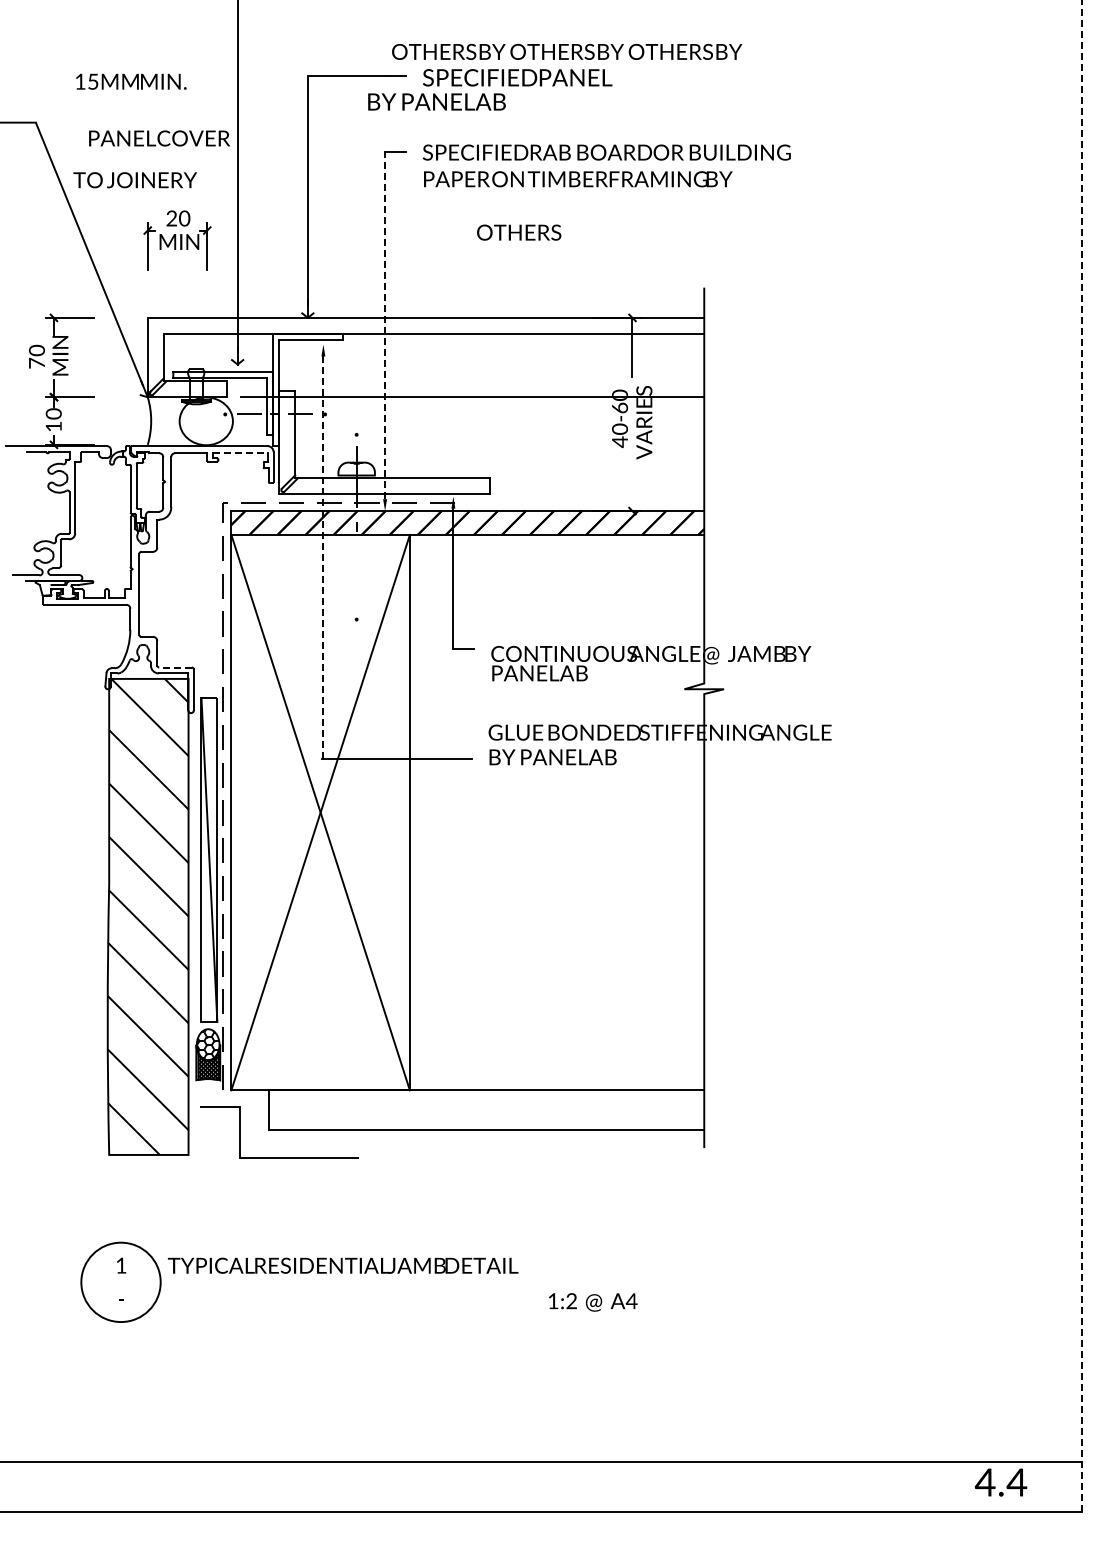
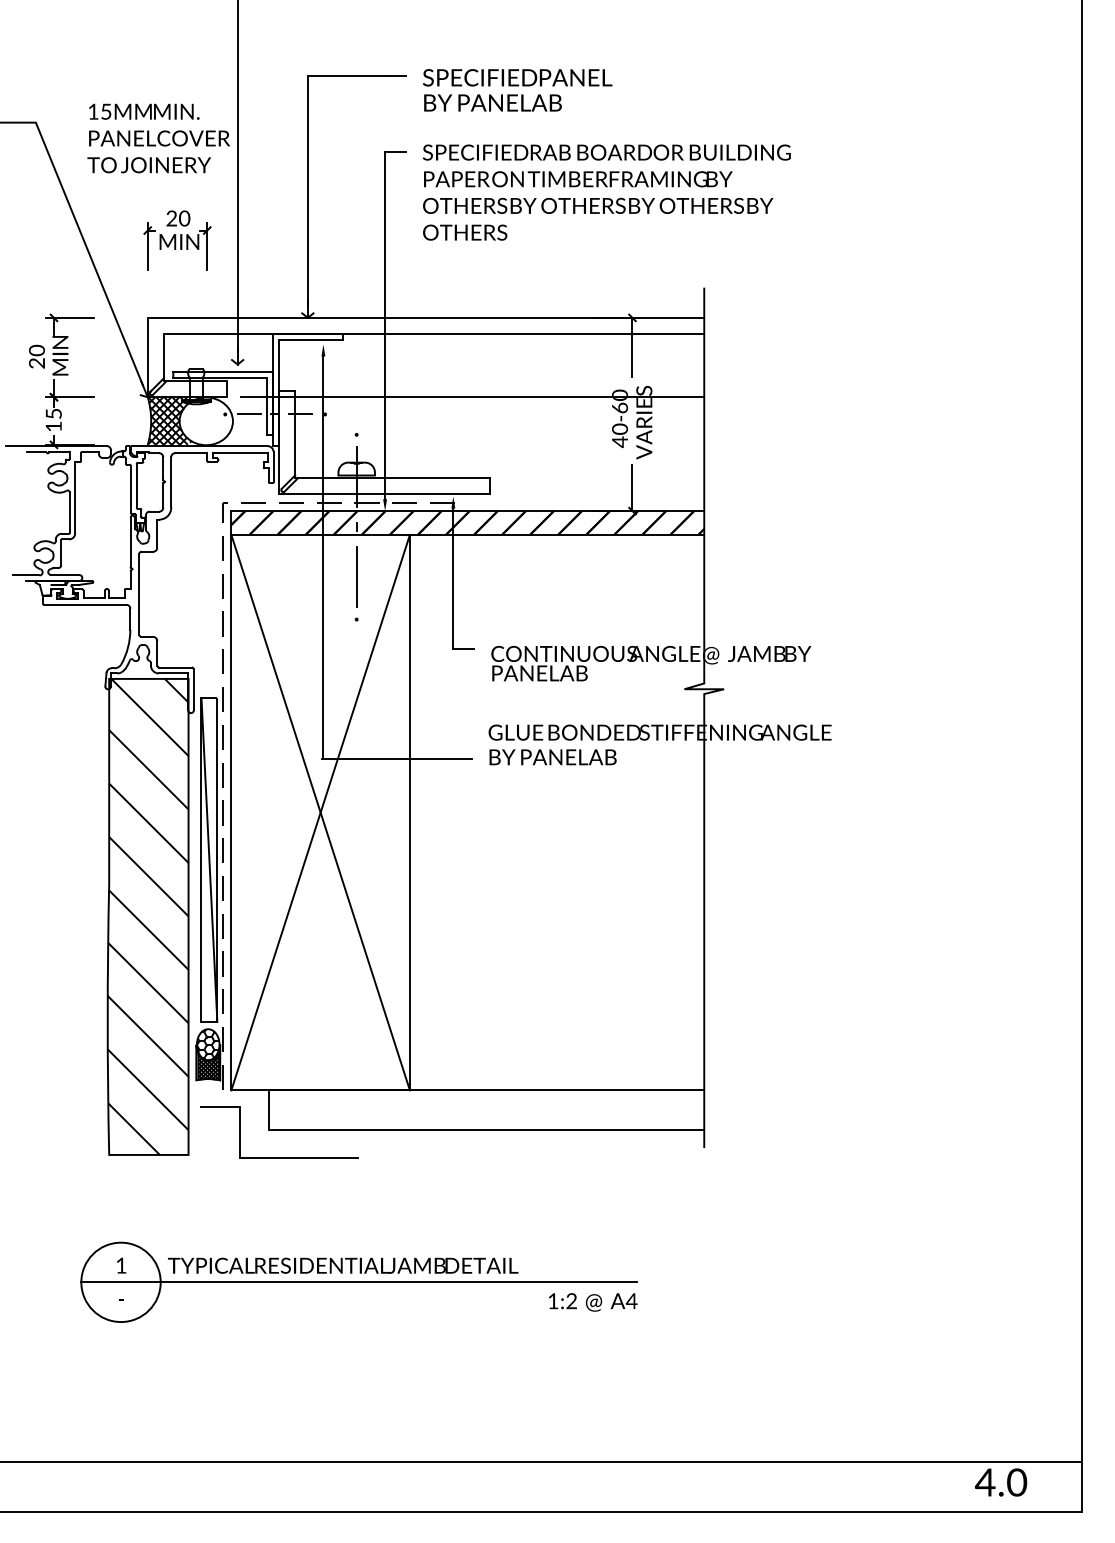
text at (567, 51) position: (567, 51) -> (598, 205)
text at (131, 81) position: (131, 81) -> (144, 111)
text at (436, 101) position: (436, 101) -> (492, 102)
text at (134, 180) position: (134, 180) -> (148, 165)
text at (519, 232) position: (519, 232) -> (465, 232)
line at (385, 325): dashed -> solid
text at (36, 362): 70 -> 20
text at (53, 413): 10 -> 15
hatch at (169, 420): none -> present
line at (240, 453): dashed -> solid
line at (632, 487): none -> present
line at (323, 558): dashed -> solid
line at (356, 576): none -> present
line at (175, 667): dashed -> solid
line at (1081, 755): dashed -> solid
line at (358, 1282): none -> present
text at (1016, 1482): 4.4 -> 4.0
